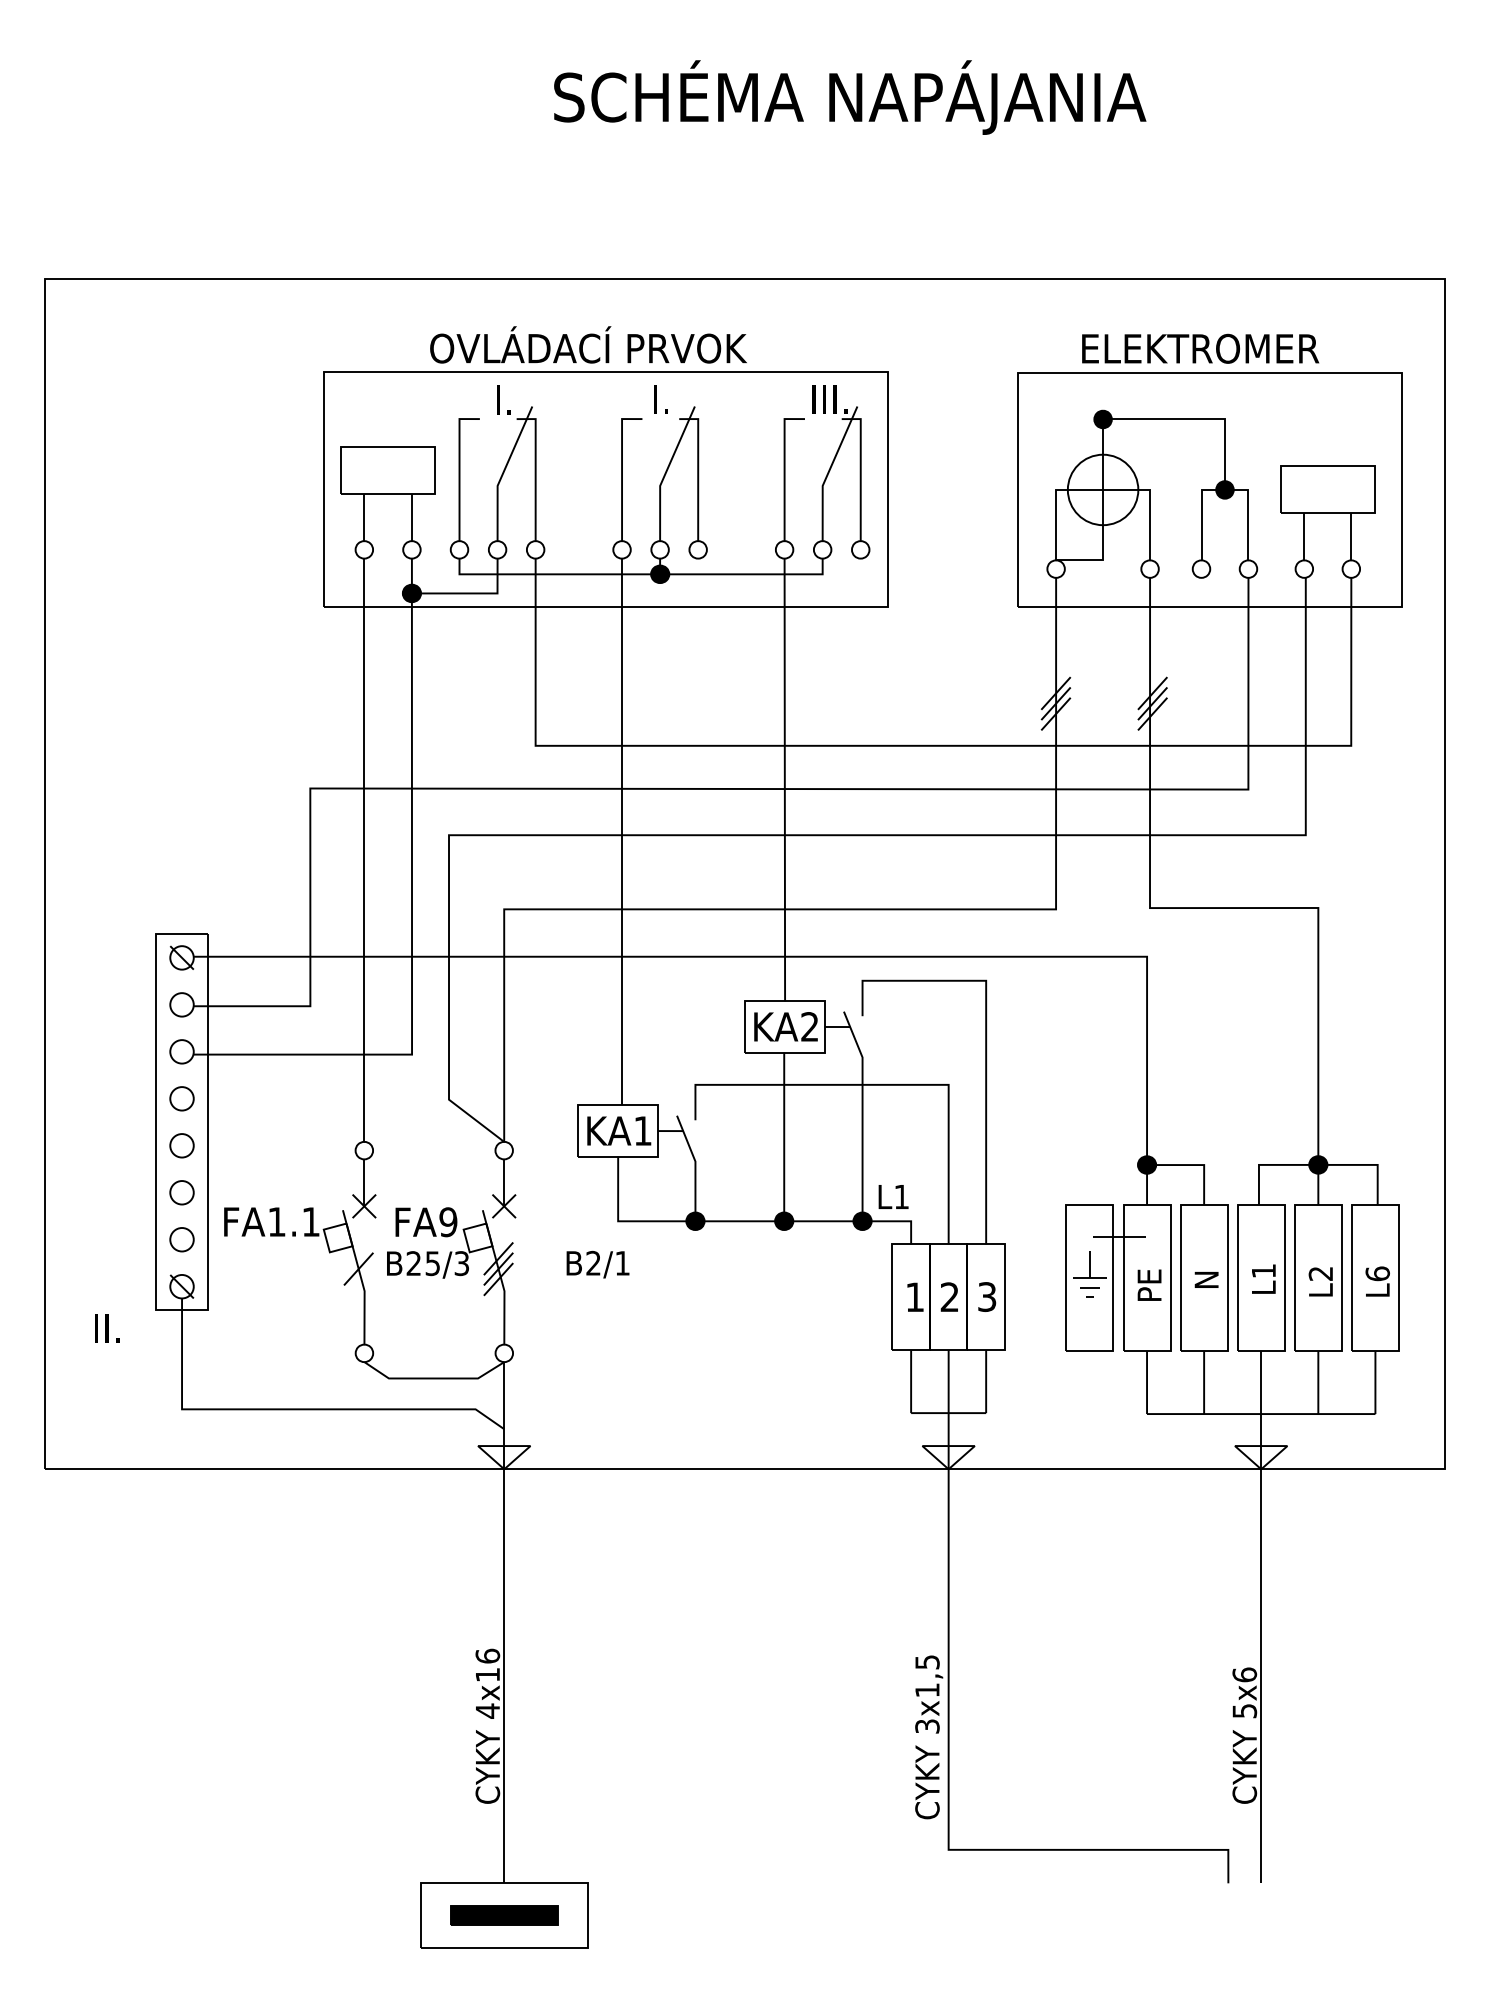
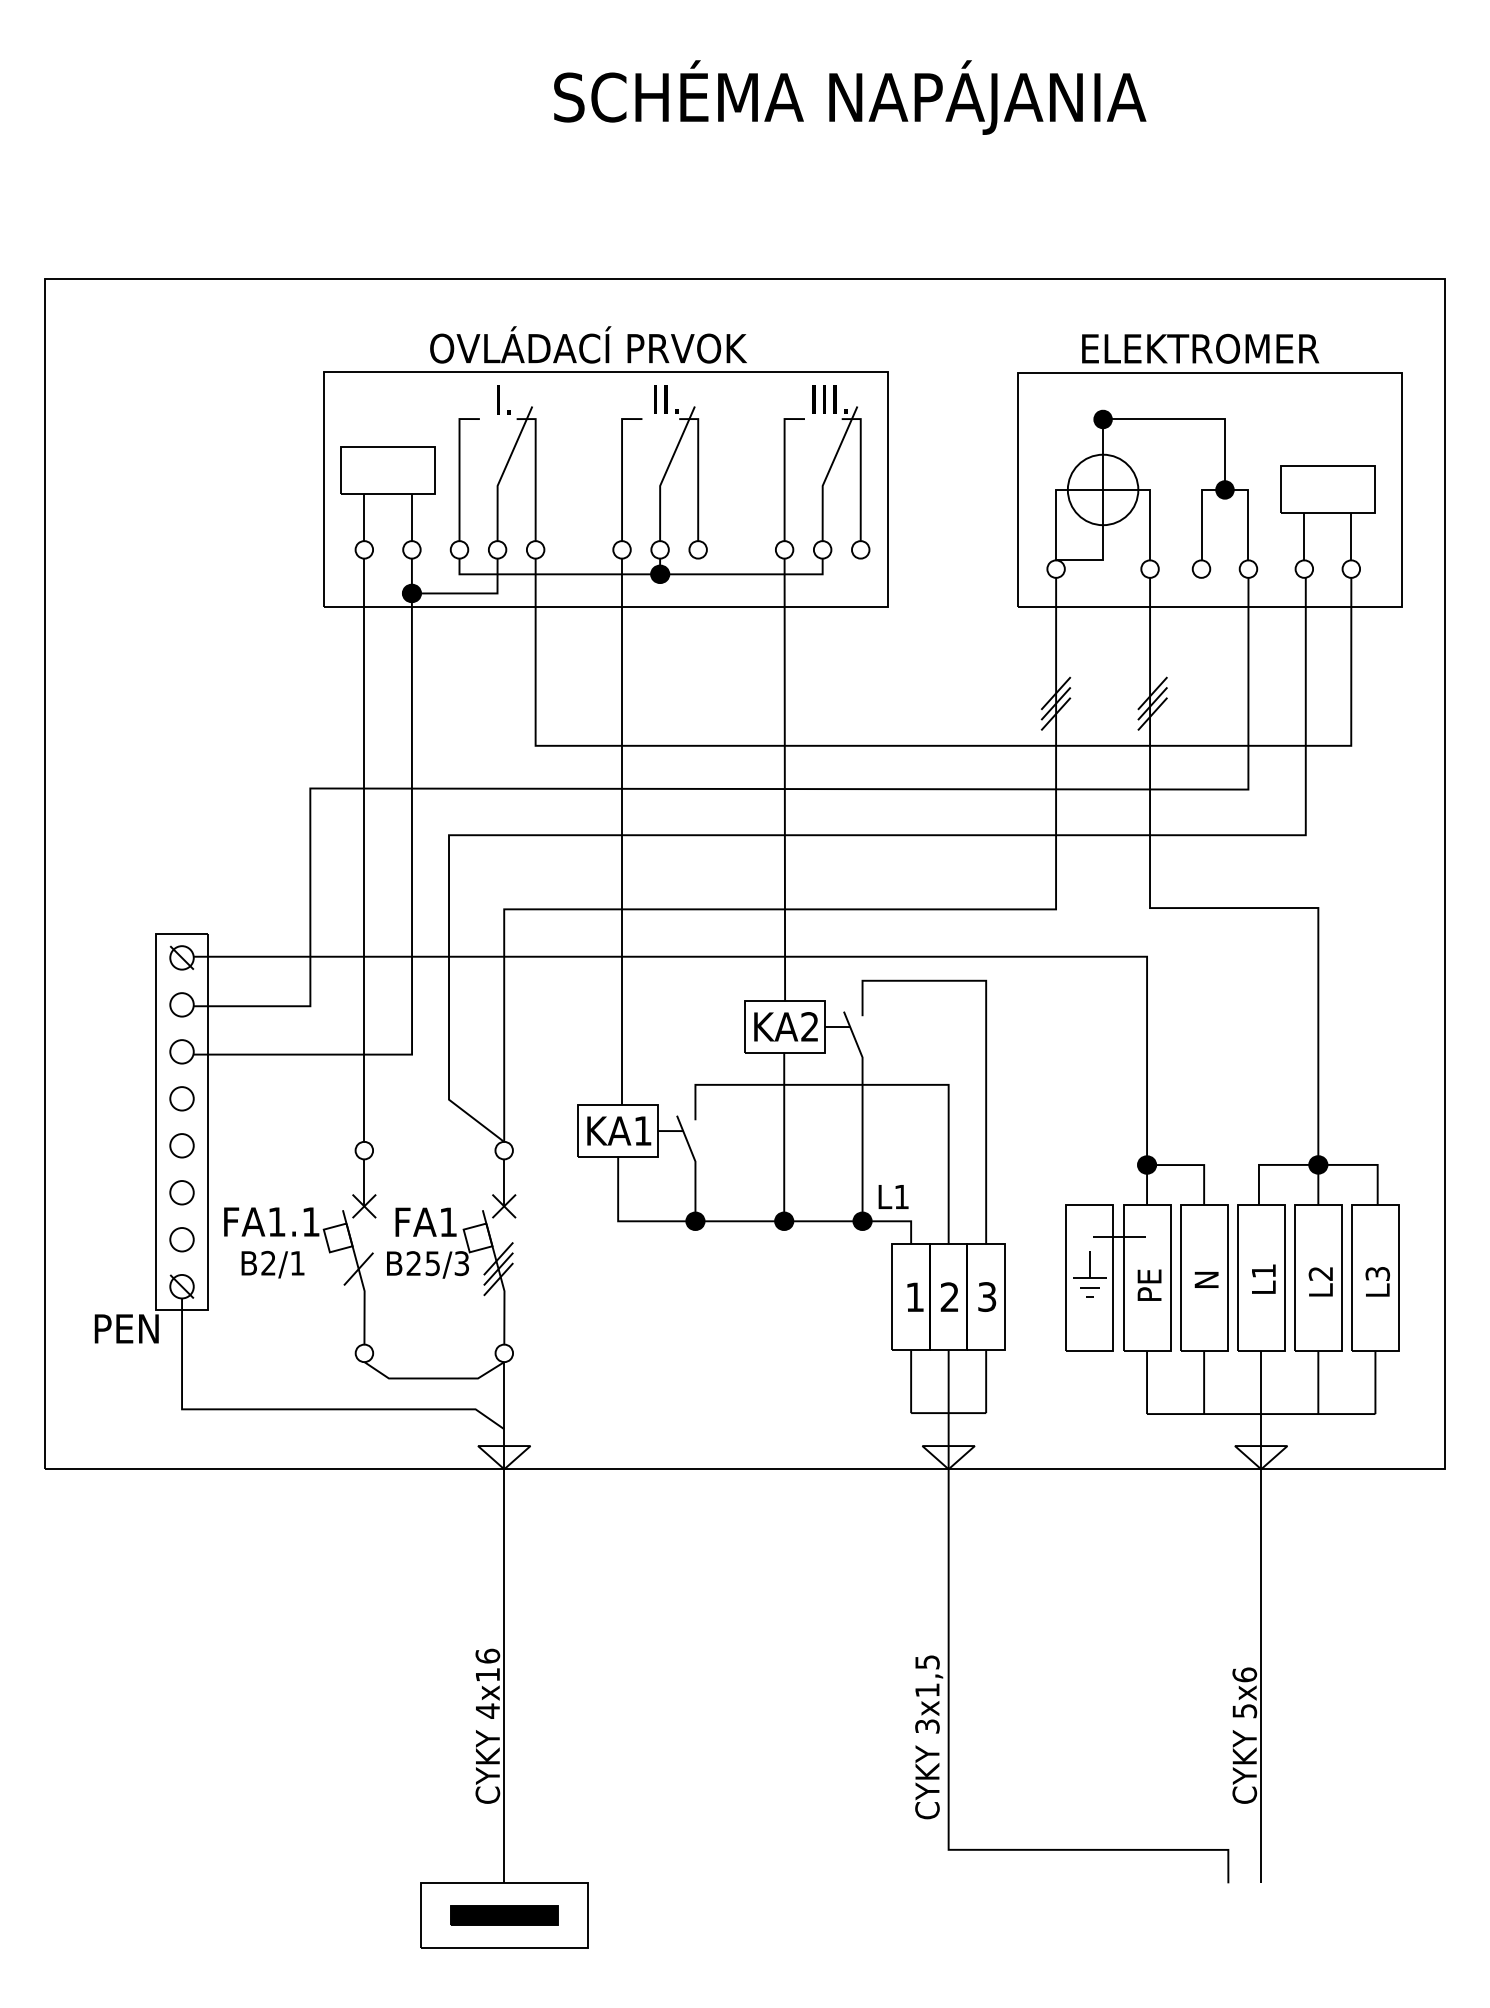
text at (671, 399): I. -> II.
text at (448, 1222): FA9 -> FA1
text at (597, 1264) position: (597, 1264) -> (272, 1264)
text at (1377, 1273): L6 -> L3
text at (126, 1328): II. -> PEN
